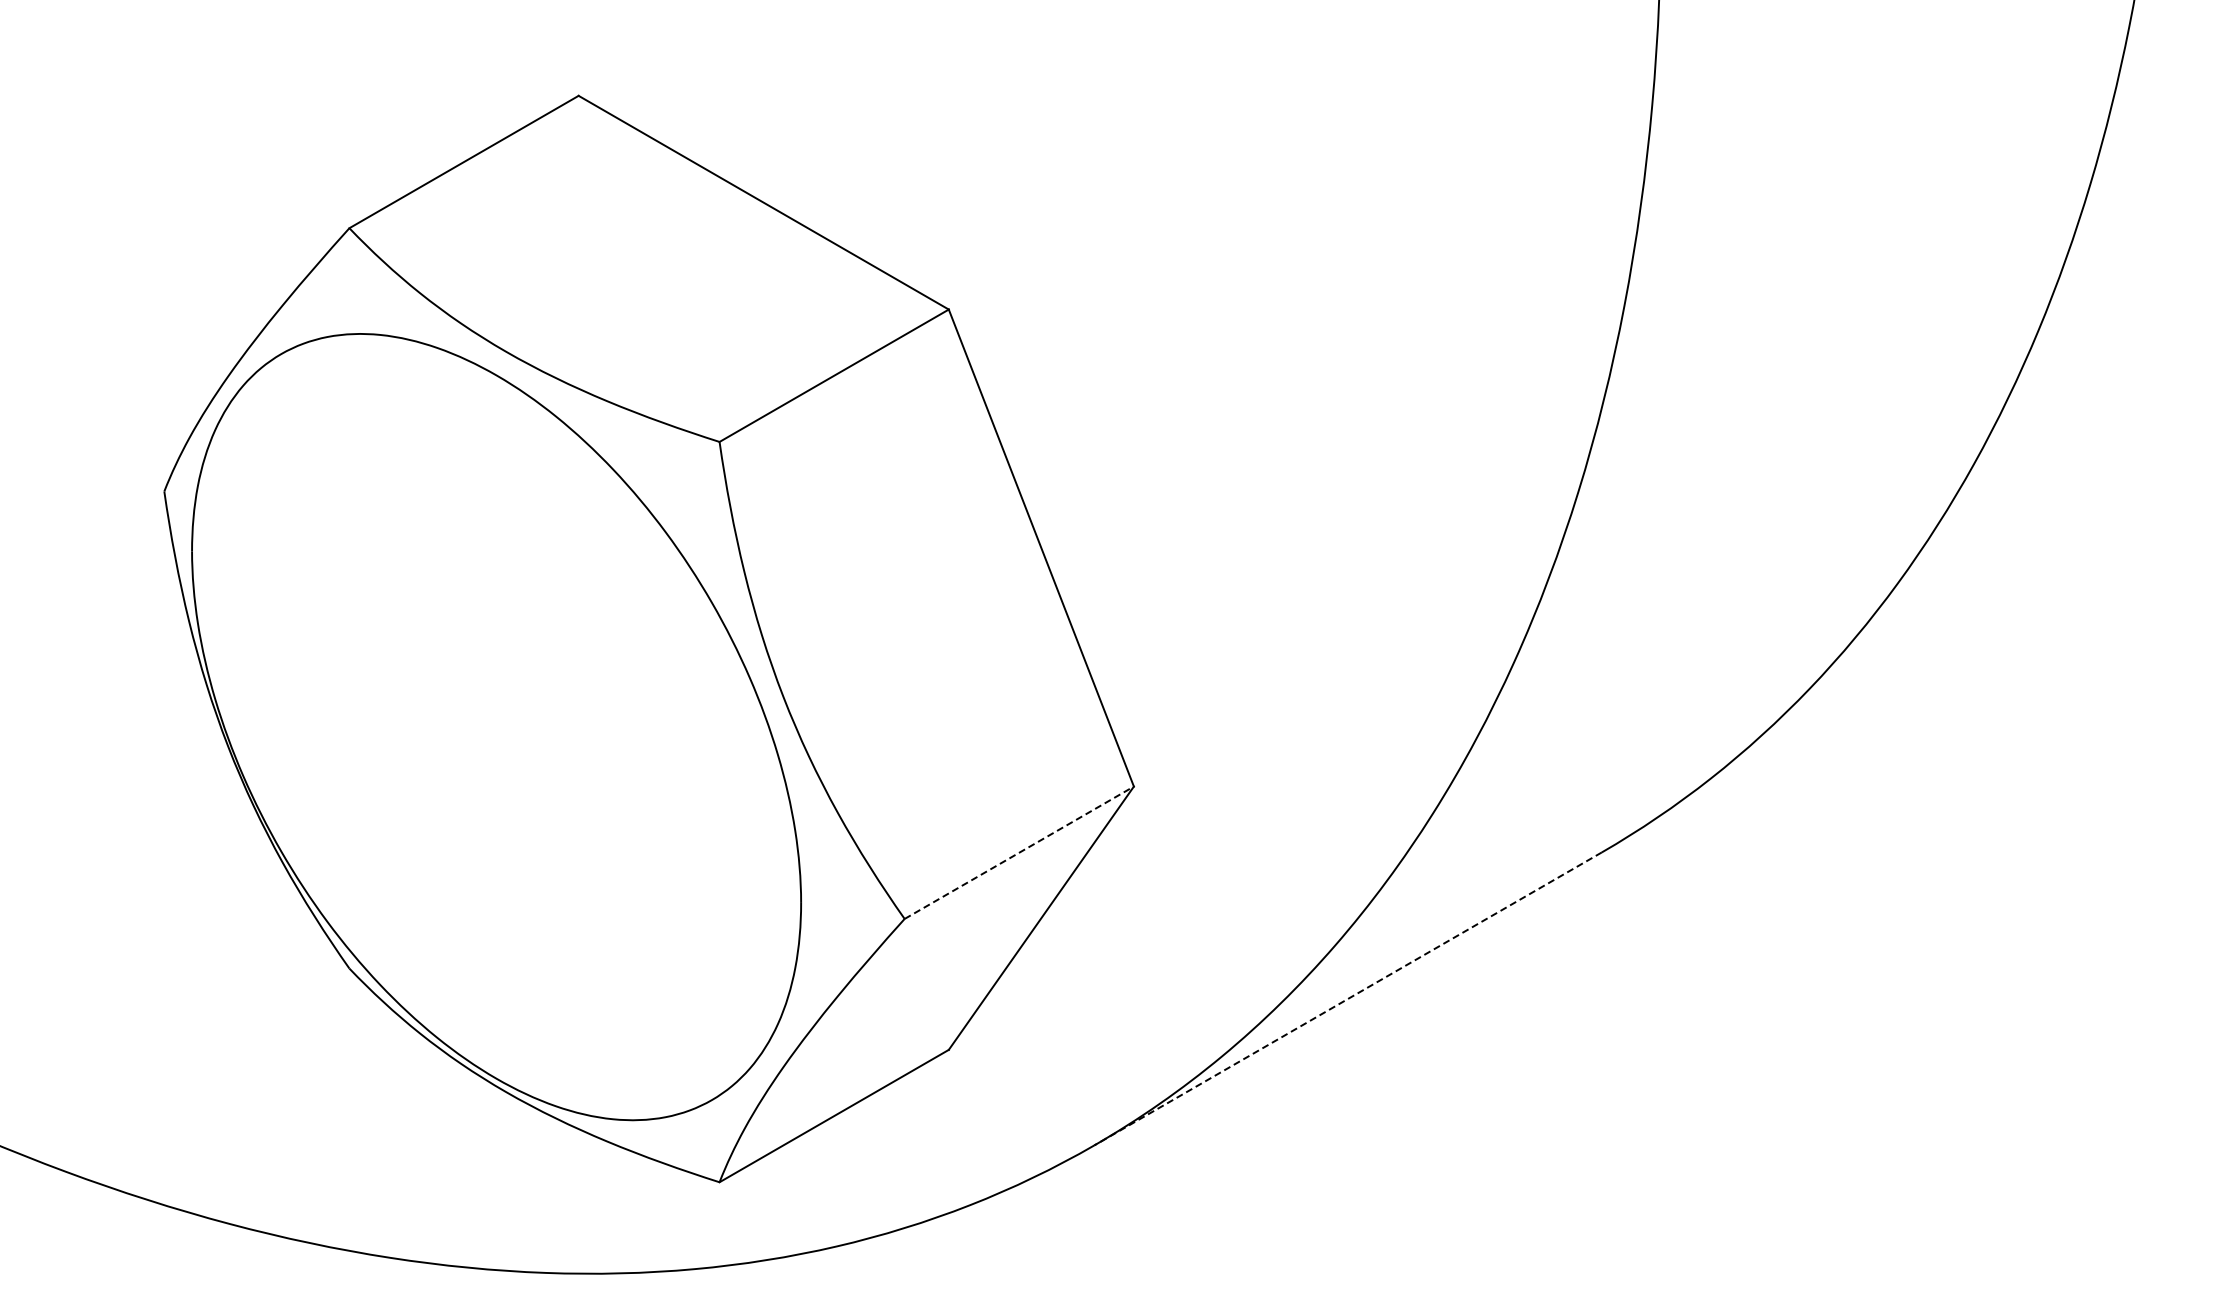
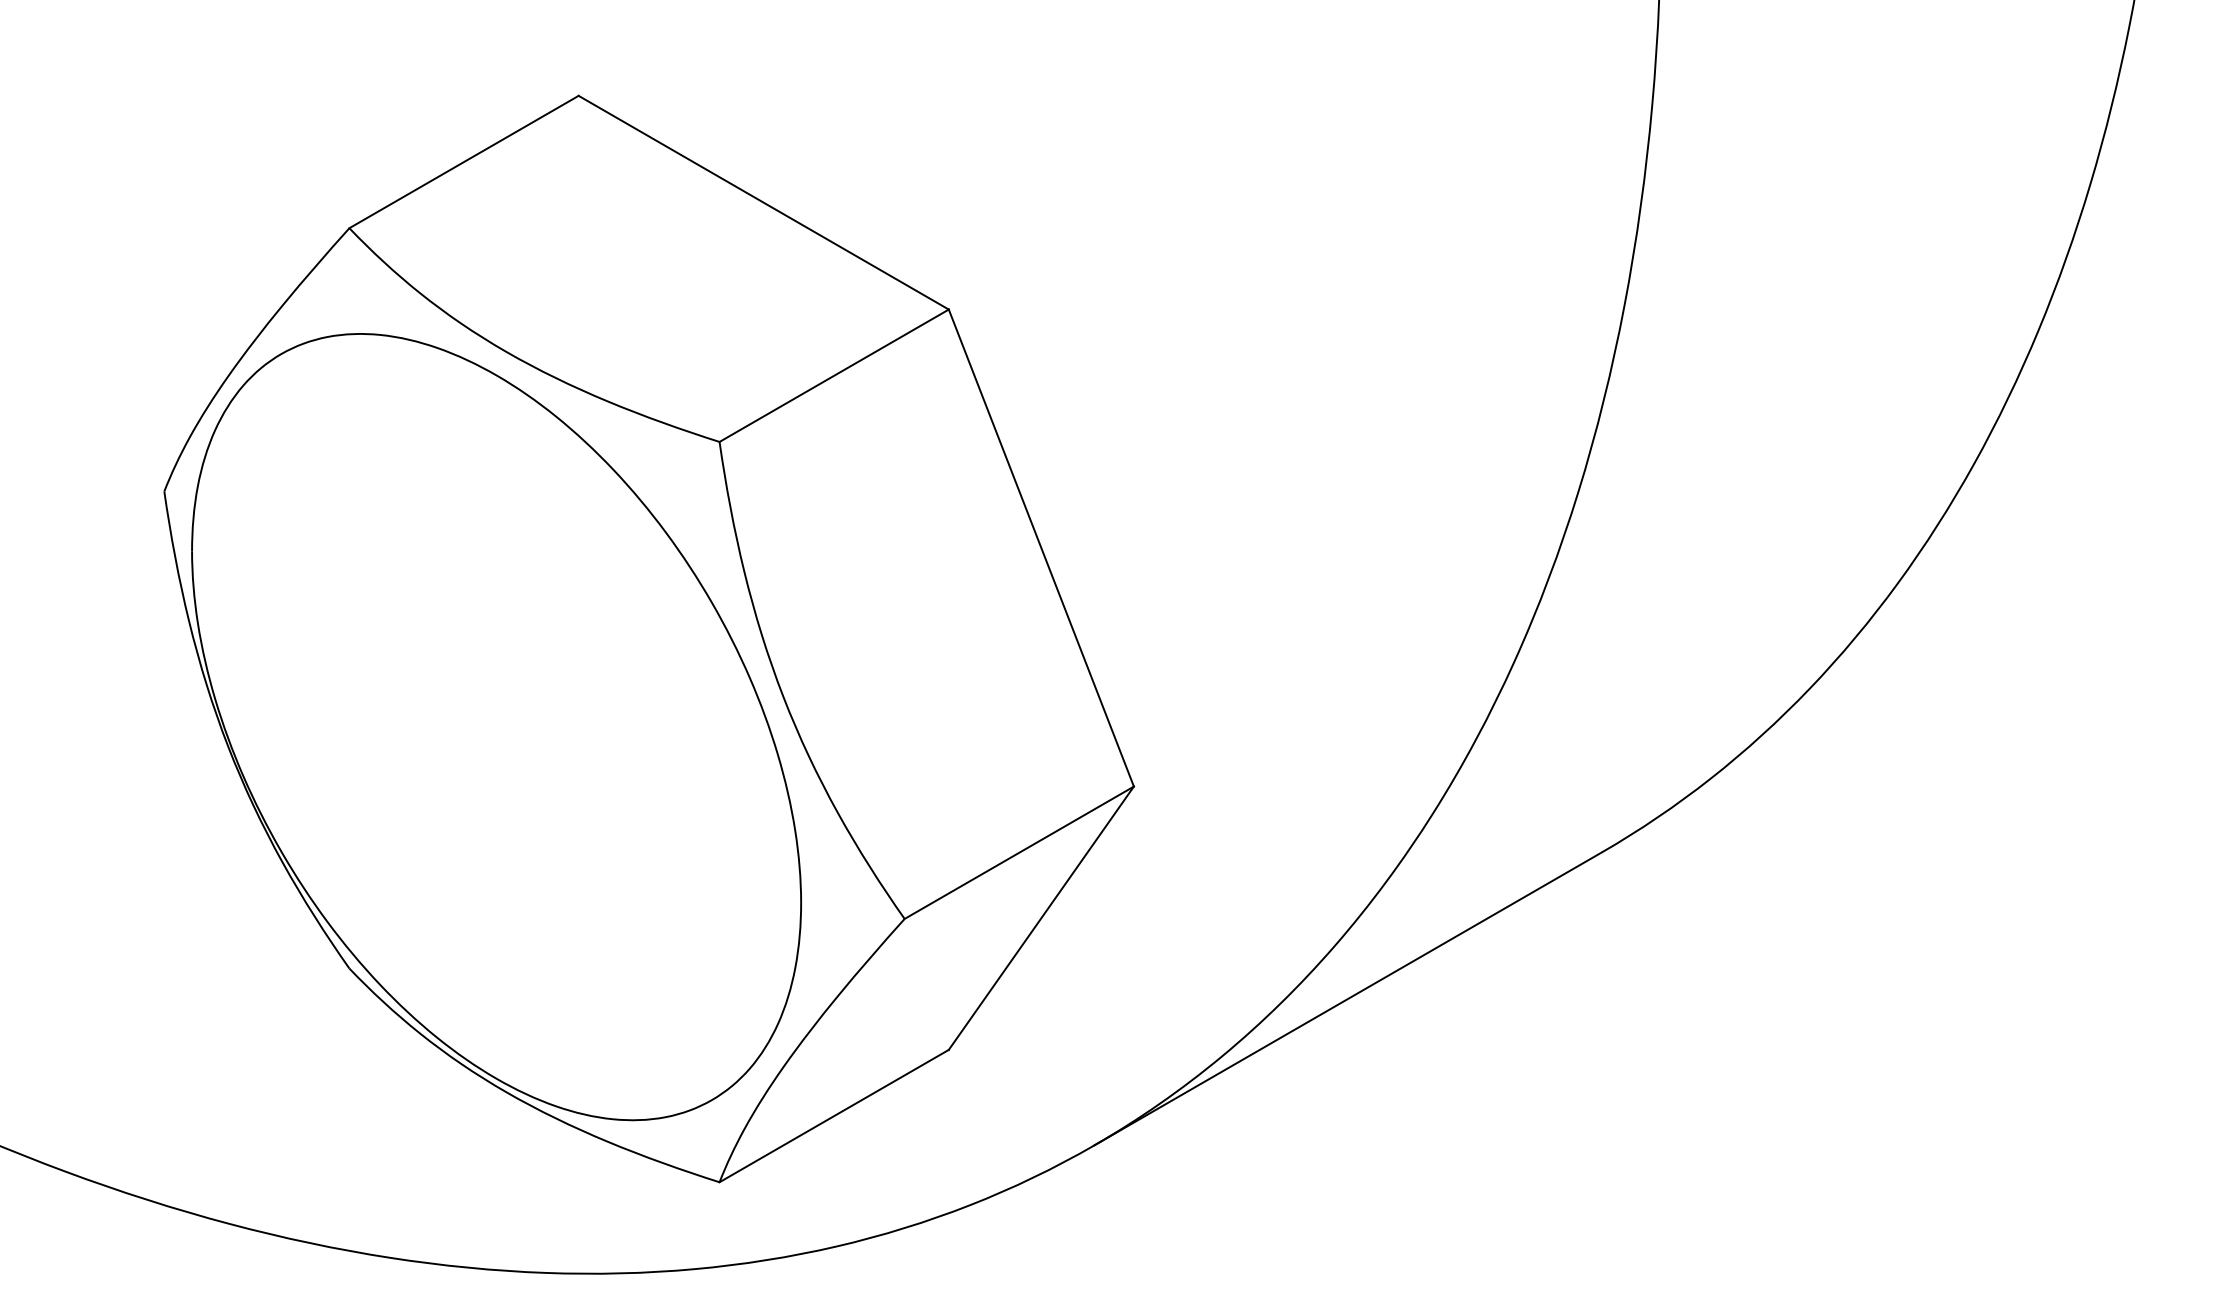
line at (1019, 852): dashed -> solid
line at (1347, 999): dashed -> solid
